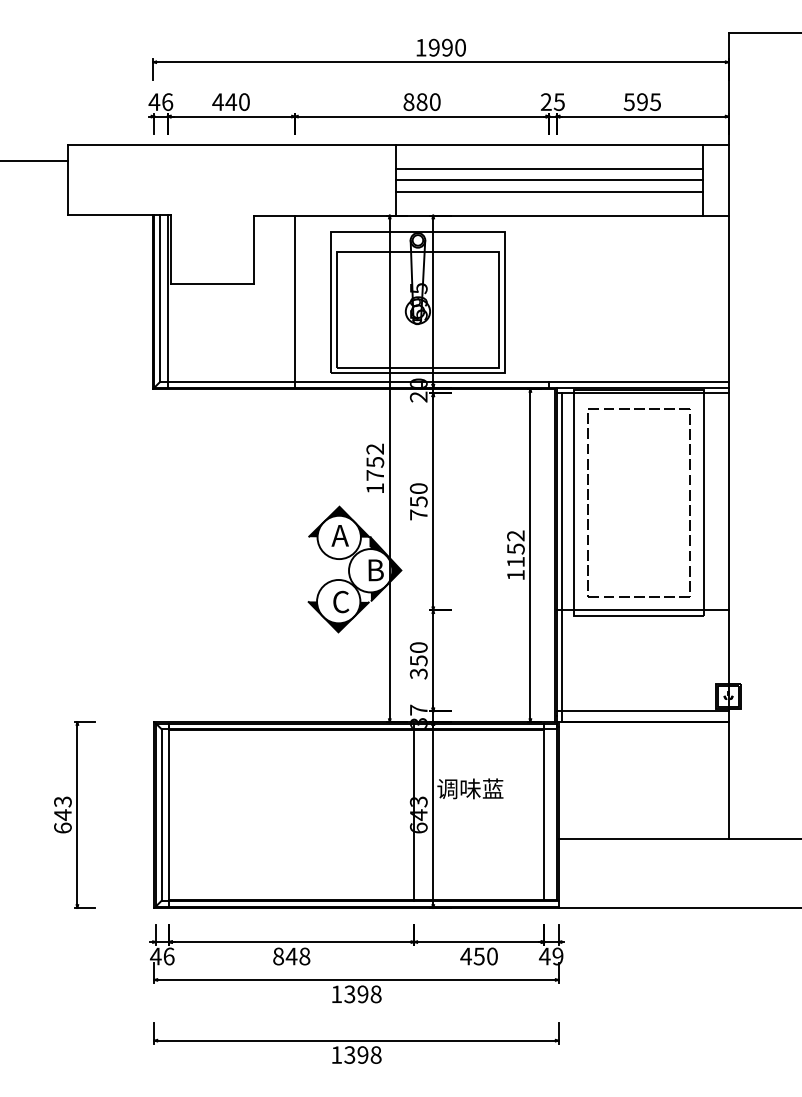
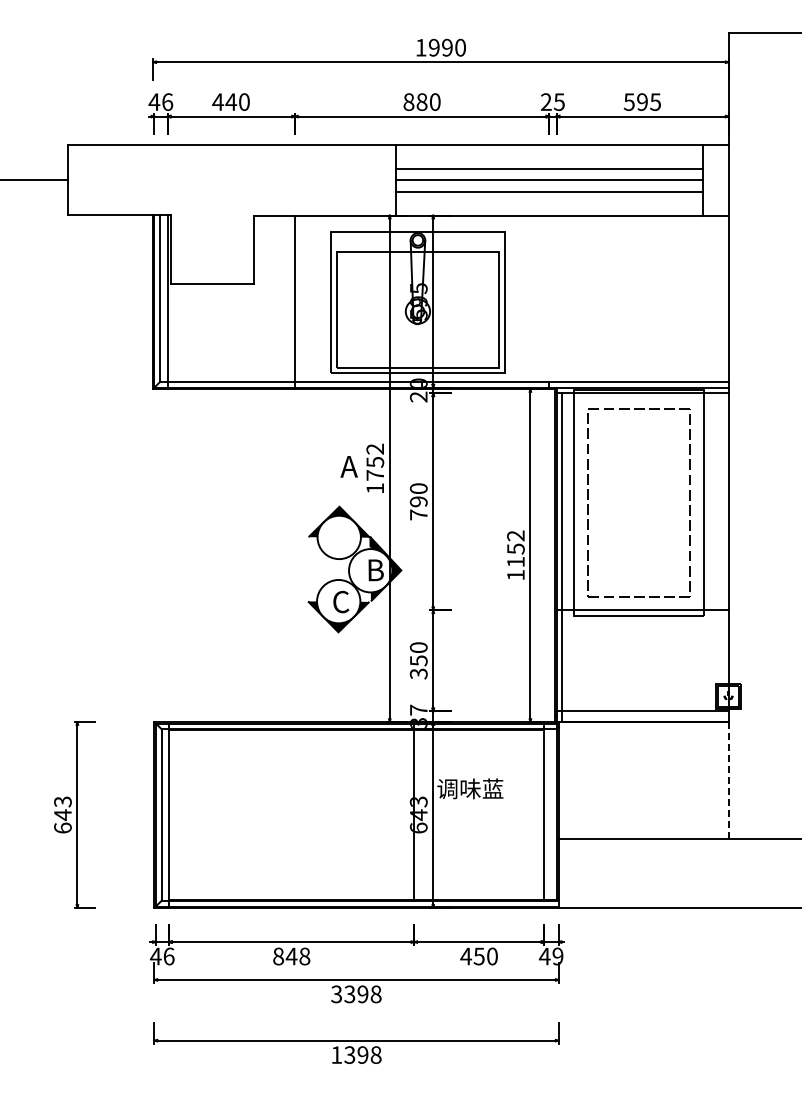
line at (35, 161) position: (35, 161) -> (35, 180)
text at (418, 501): 750 -> 790
text at (339, 535) position: (339, 535) -> (348, 466)
line at (728, 780): solid -> dashed
text at (336, 994): 1398 -> 3398
